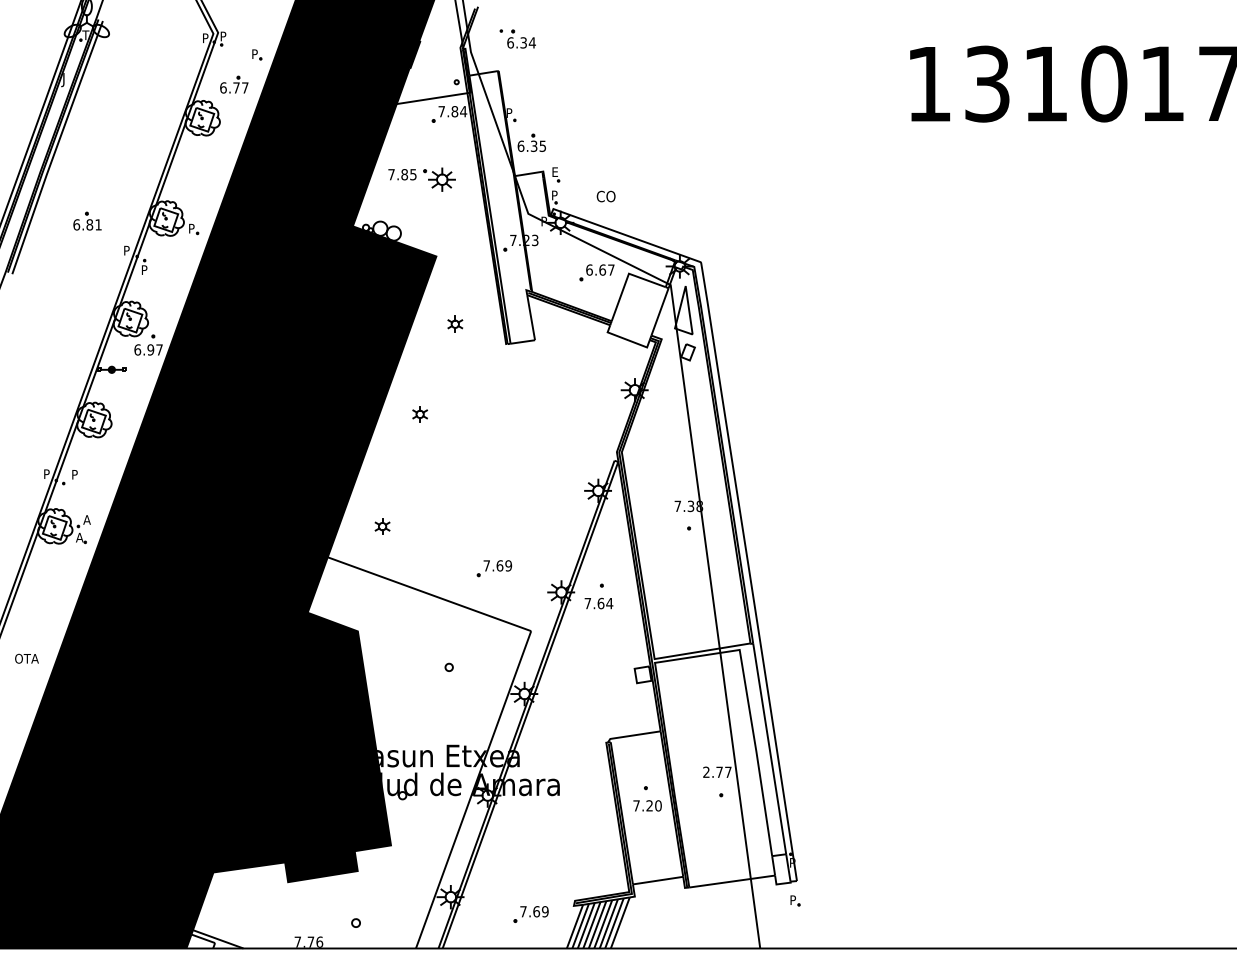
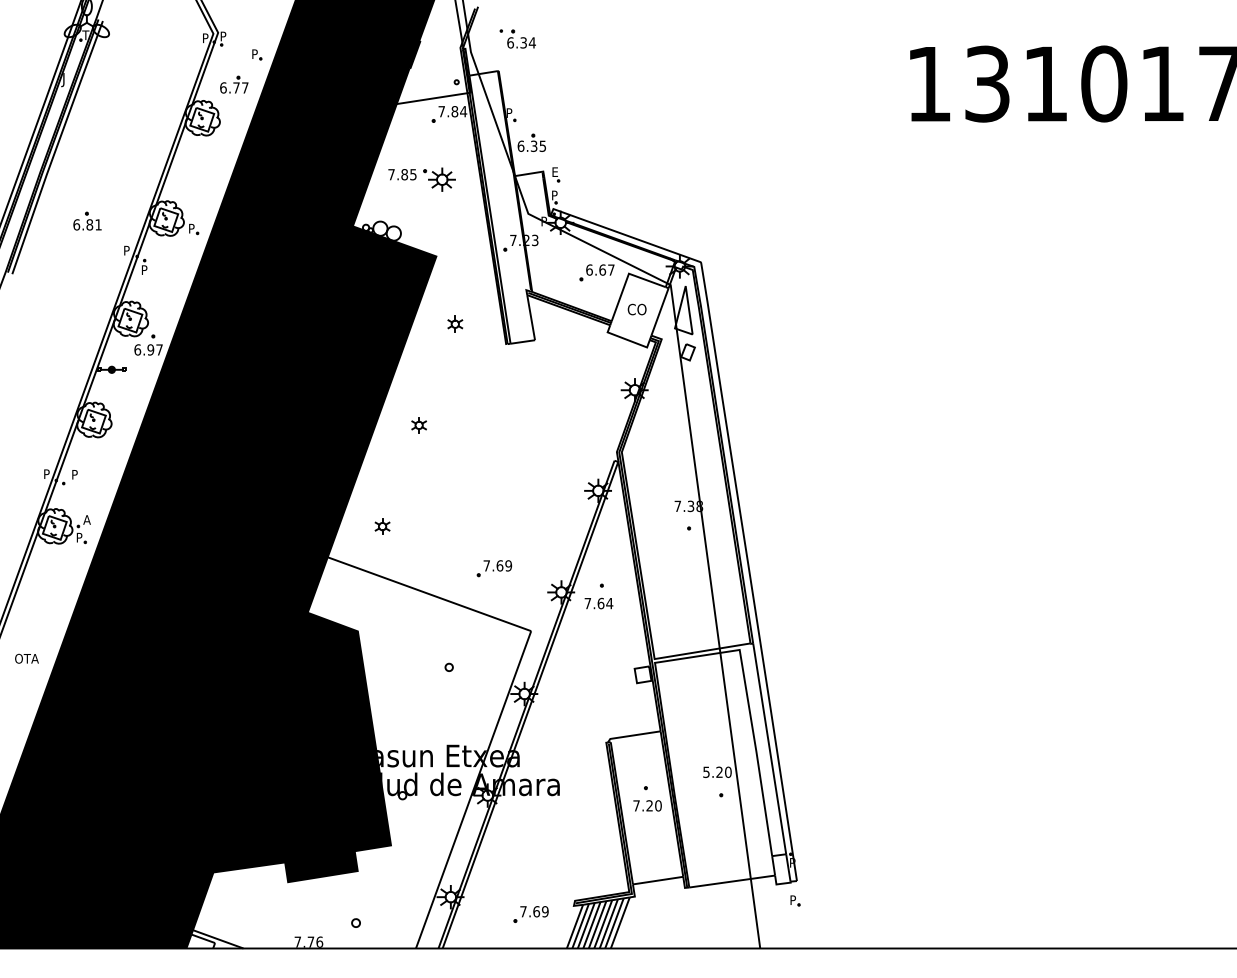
text at (605, 196) position: (605, 196) -> (636, 309)
part at (419, 414) position: (419, 414) -> (418, 425)
text at (79, 537): A -> P
text at (717, 772): 2.77 -> 5.20
